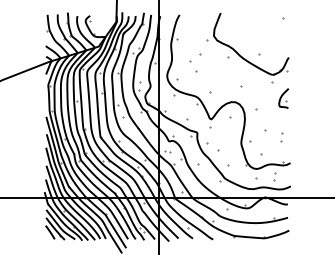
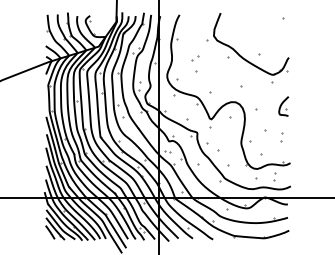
part at (195, 57) size: 13x10 px -> 9x7 px
part at (283, 98) position: (283, 98) -> (283, 106)
